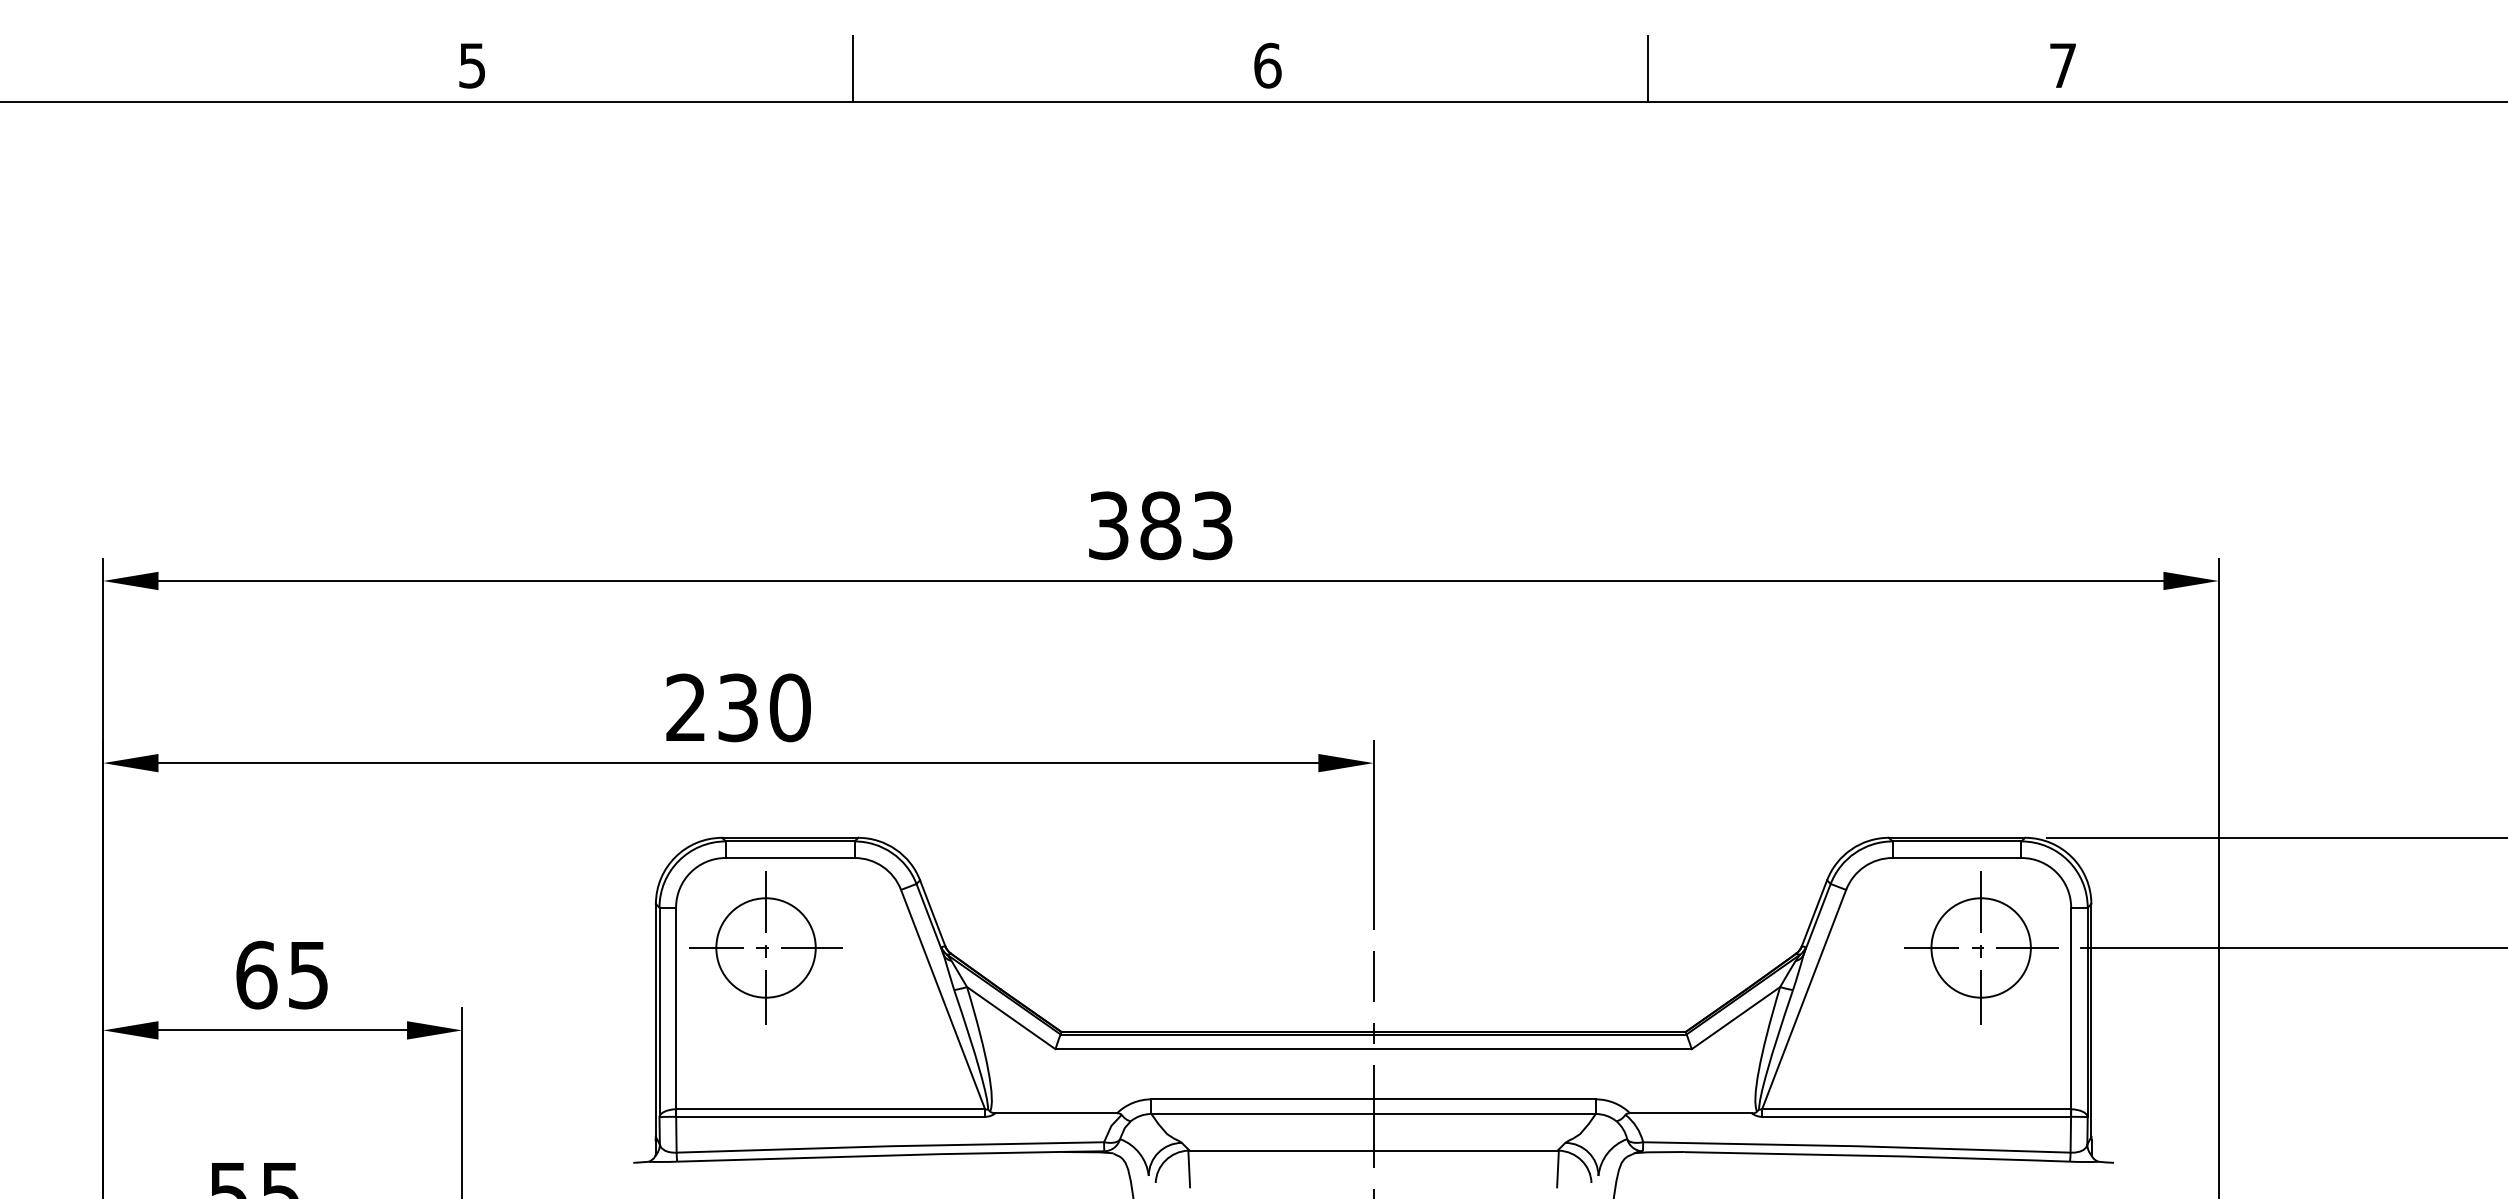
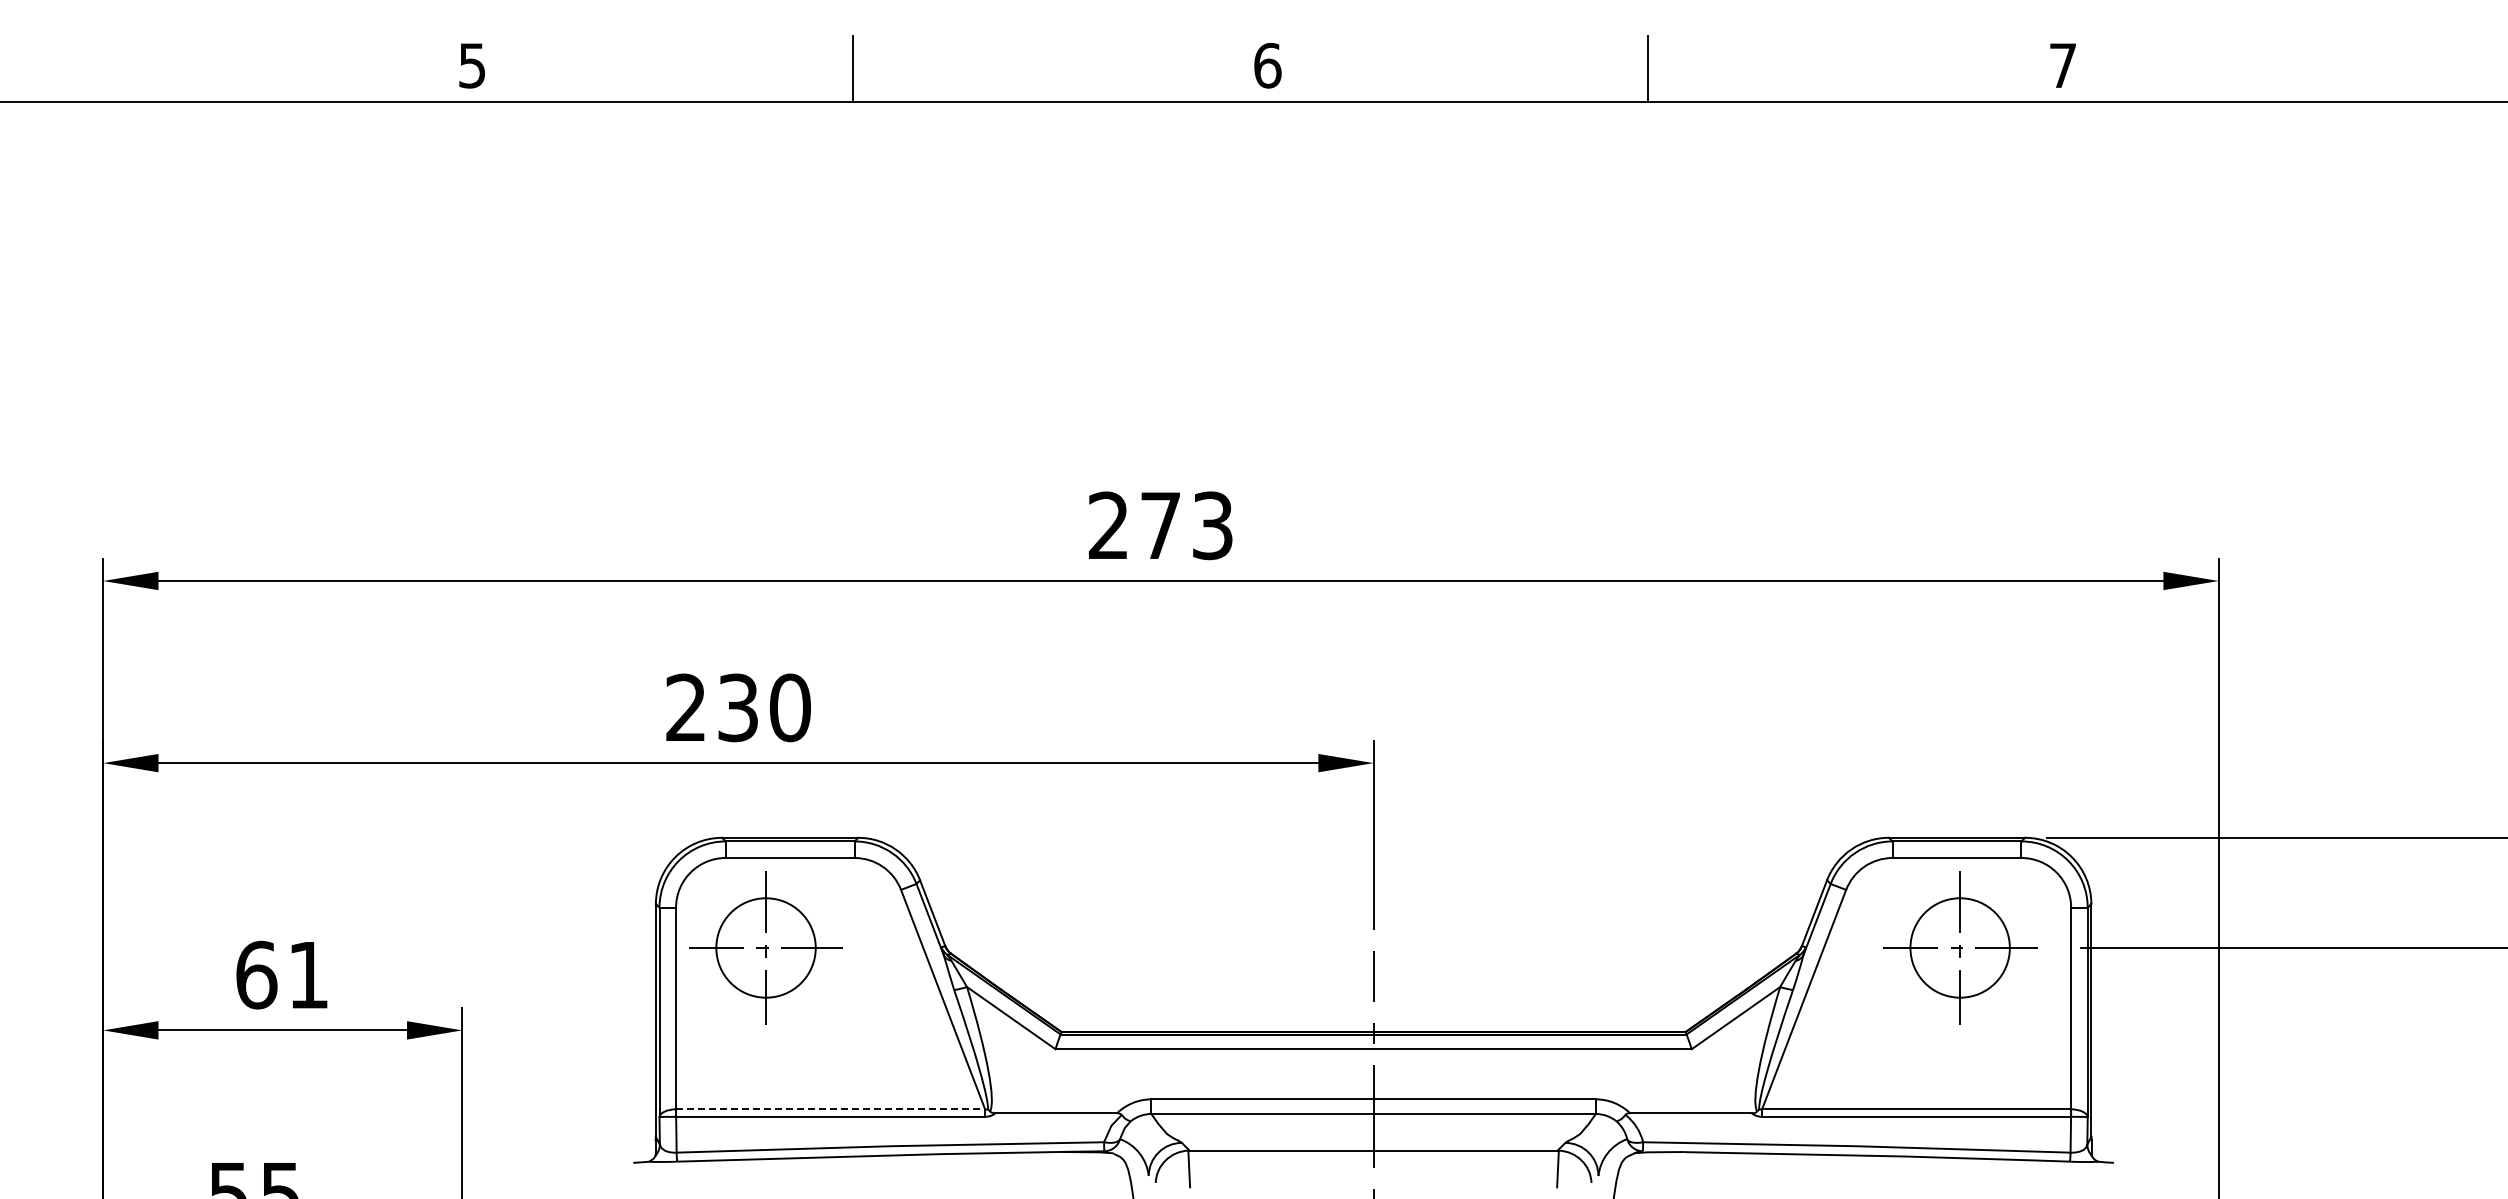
text at (1135, 525): 383 -> 273
part at (1981, 947) position: (1981, 947) -> (1960, 947)
text at (308, 975): 65 -> 61
line at (831, 1109): solid -> dashed
